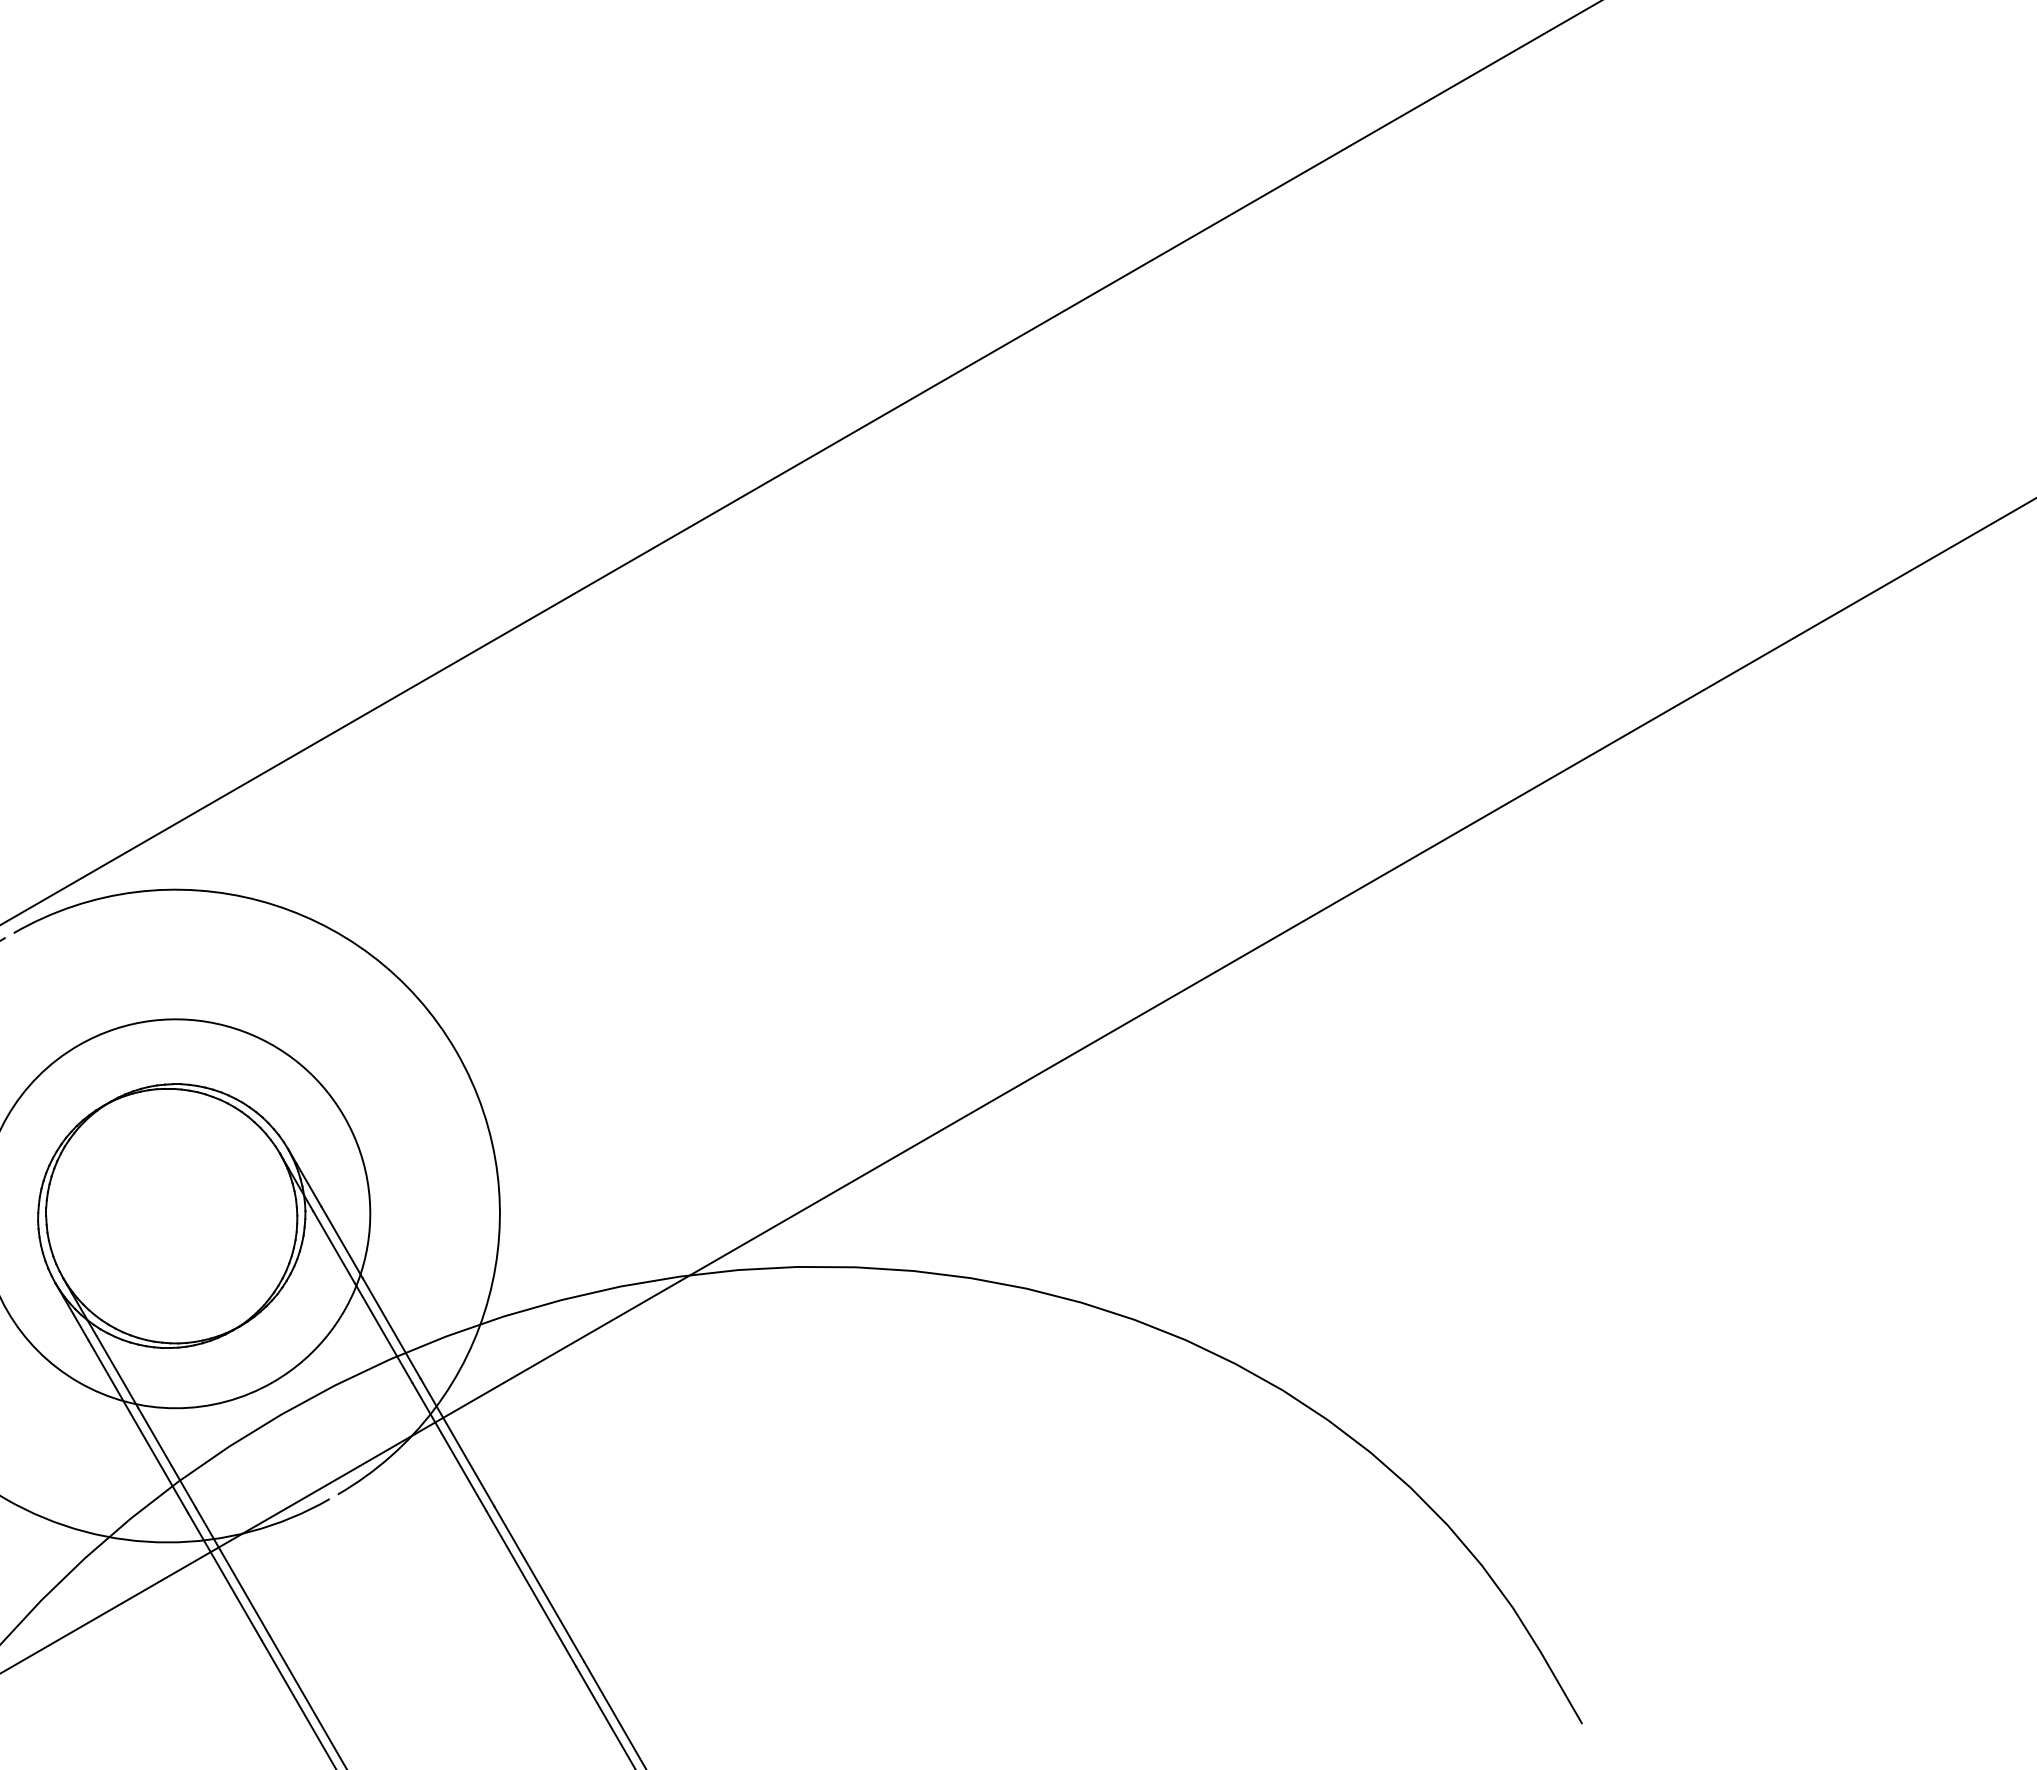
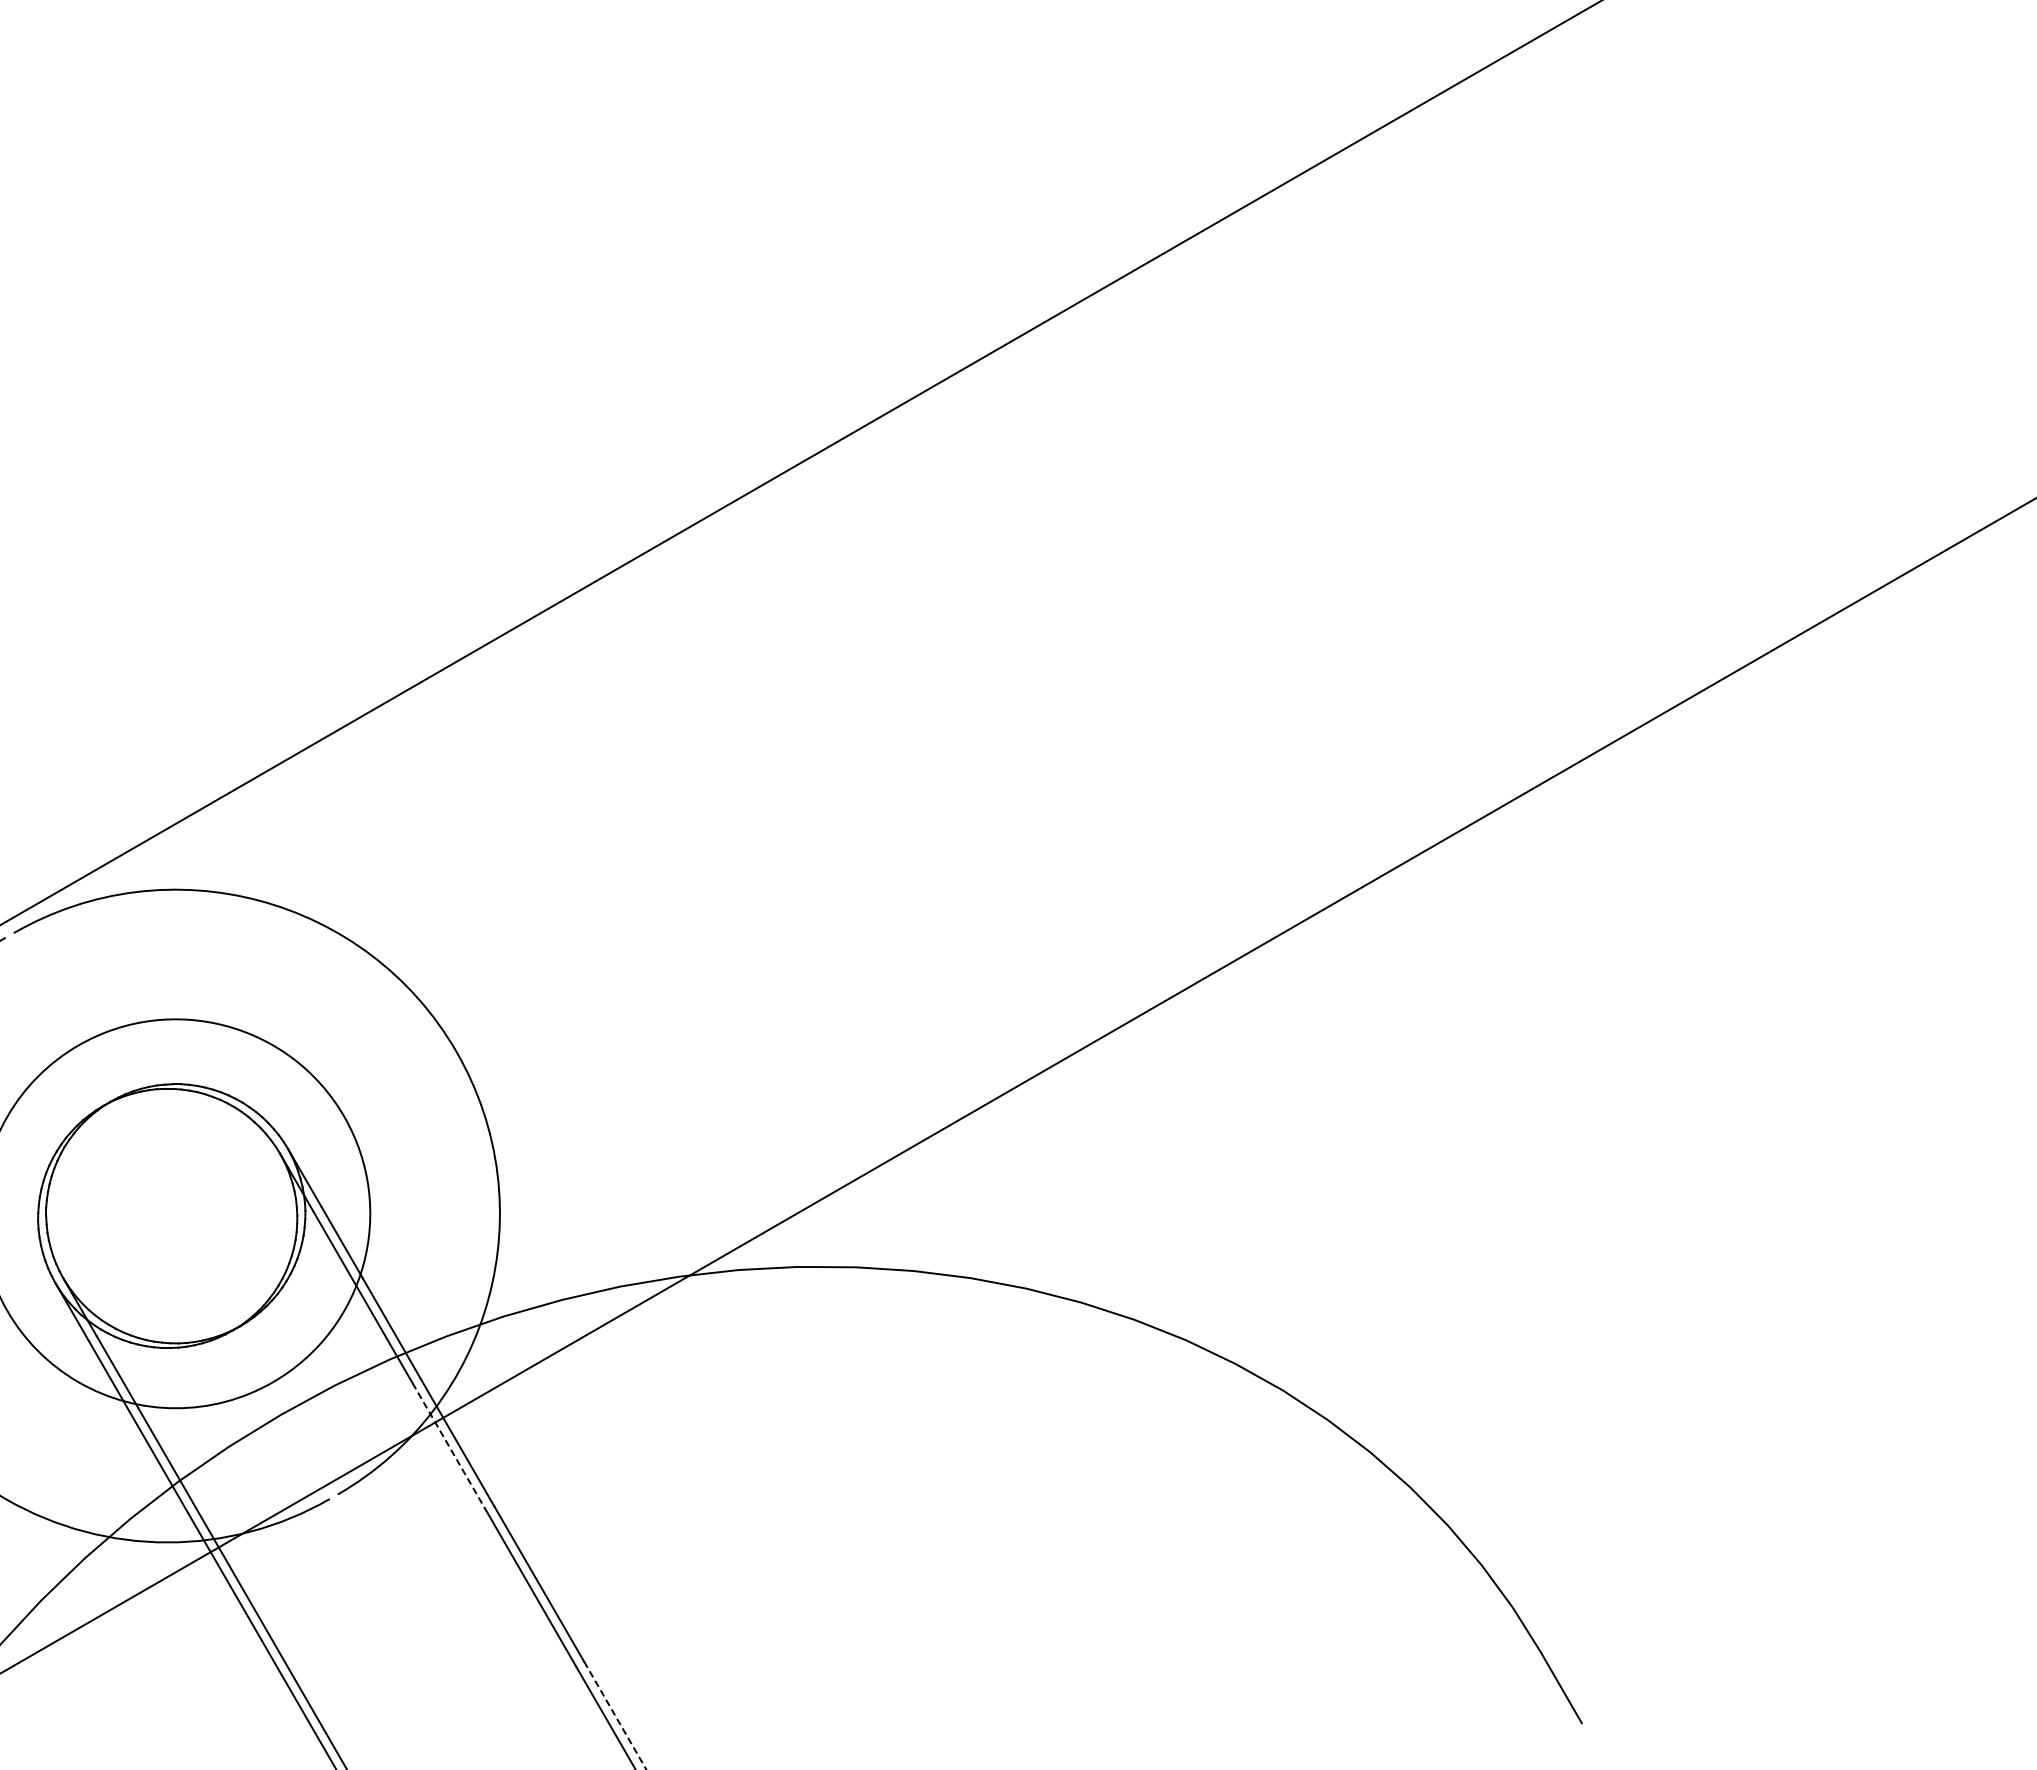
line at (449, 1447): solid -> dashed
line at (615, 1716): solid -> dashed
